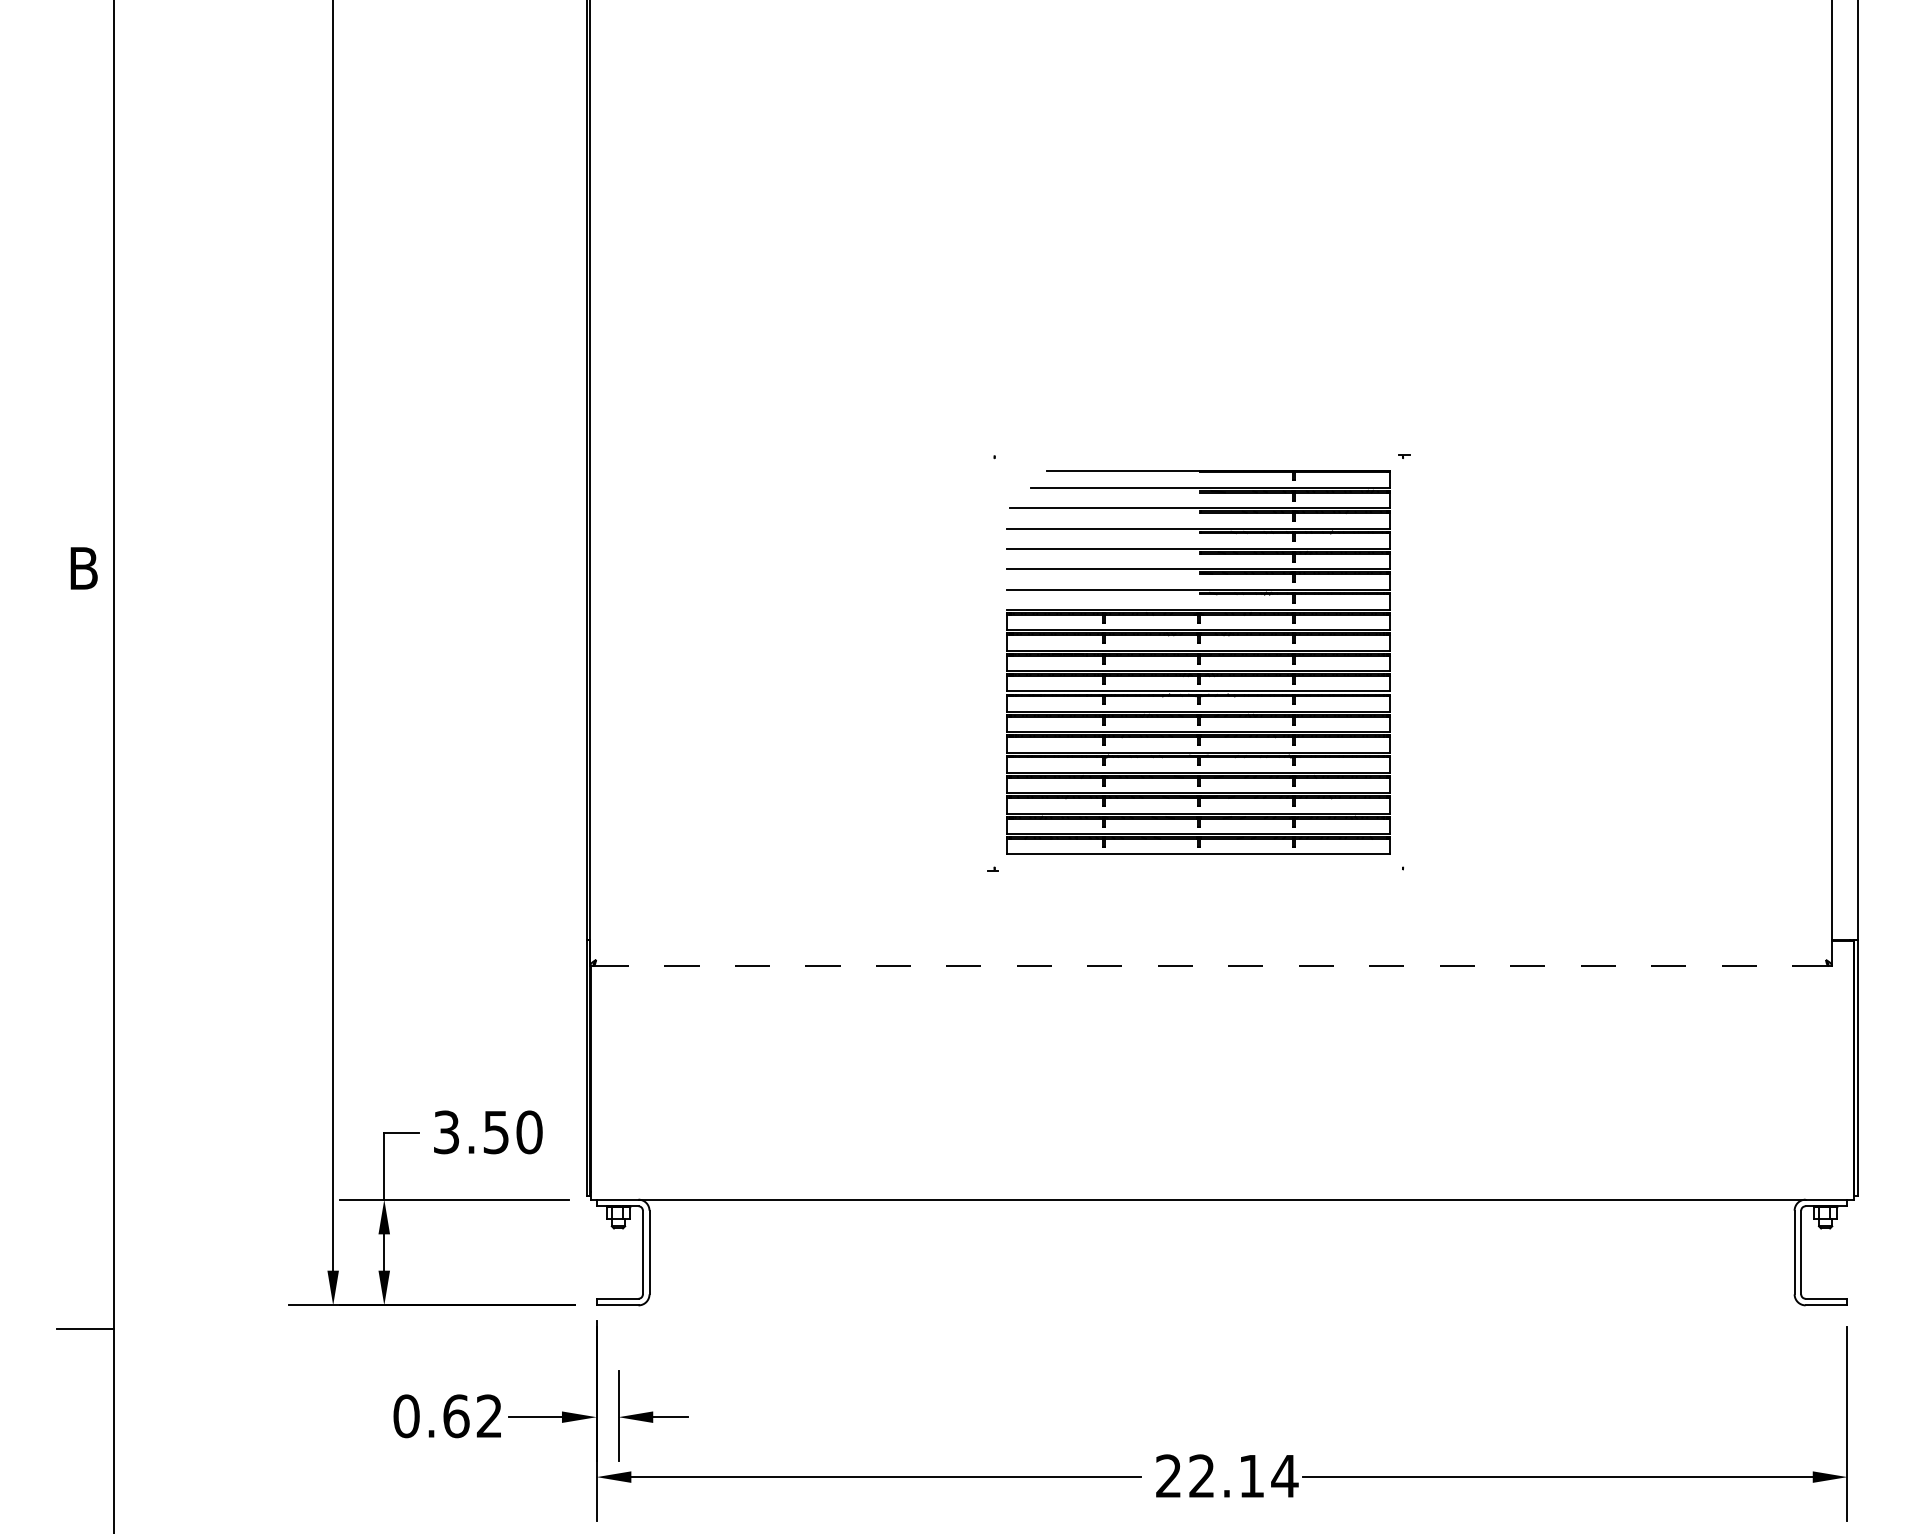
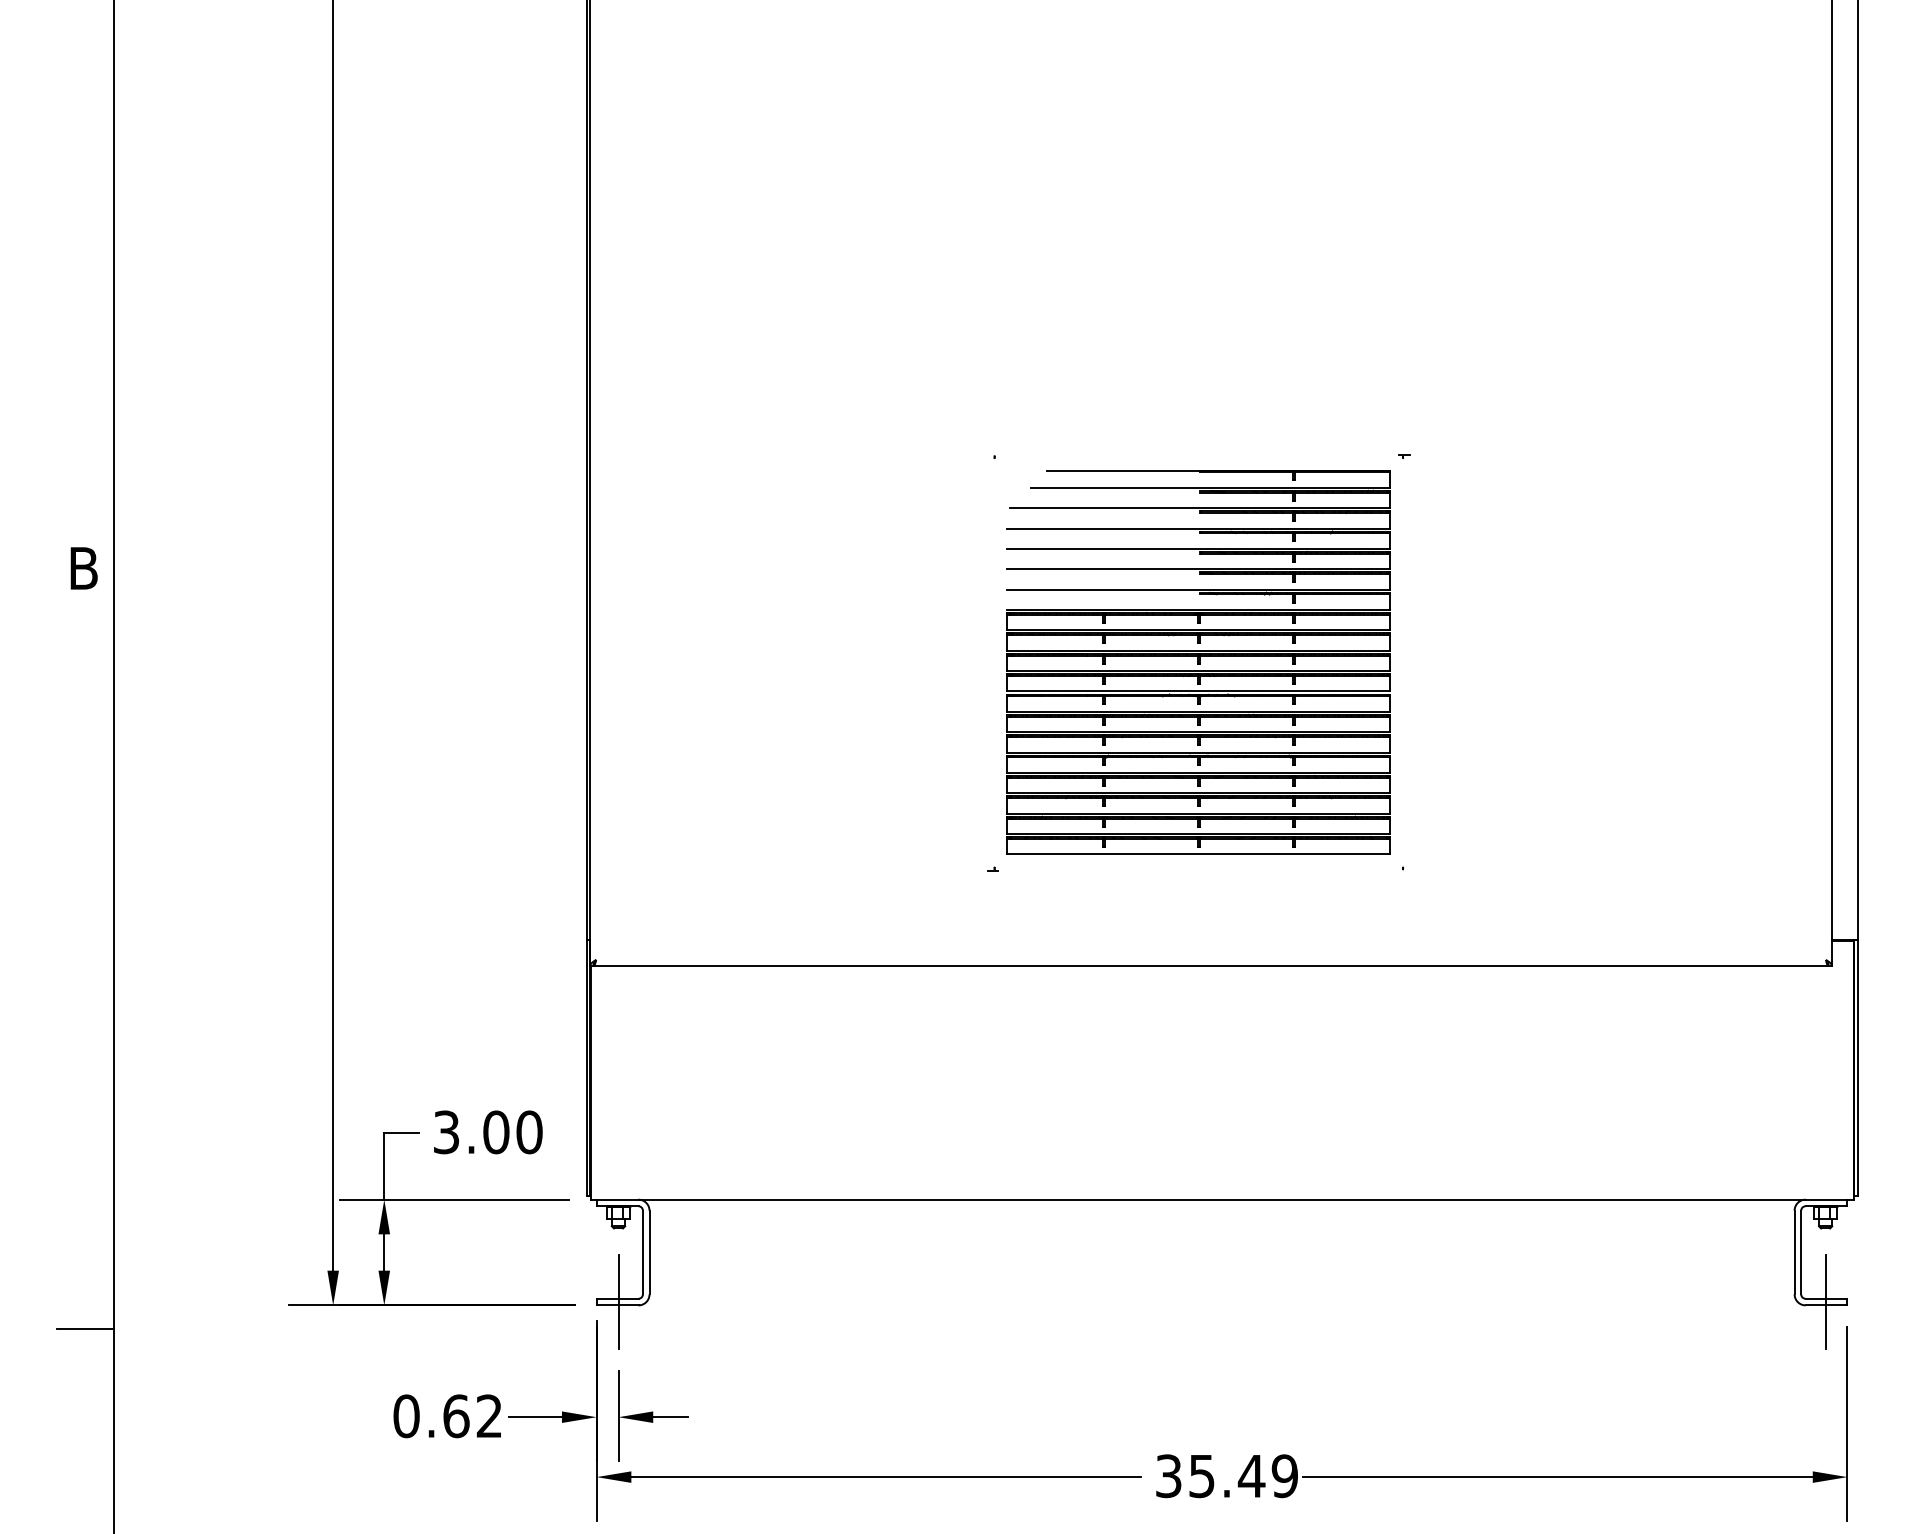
line at (1211, 966): dashed -> solid
text at (496, 1132): 3.50 -> 3.00
line at (618, 1301): none -> present
line at (1825, 1301): none -> present
text at (1227, 1476): 22.14 -> 35.49
